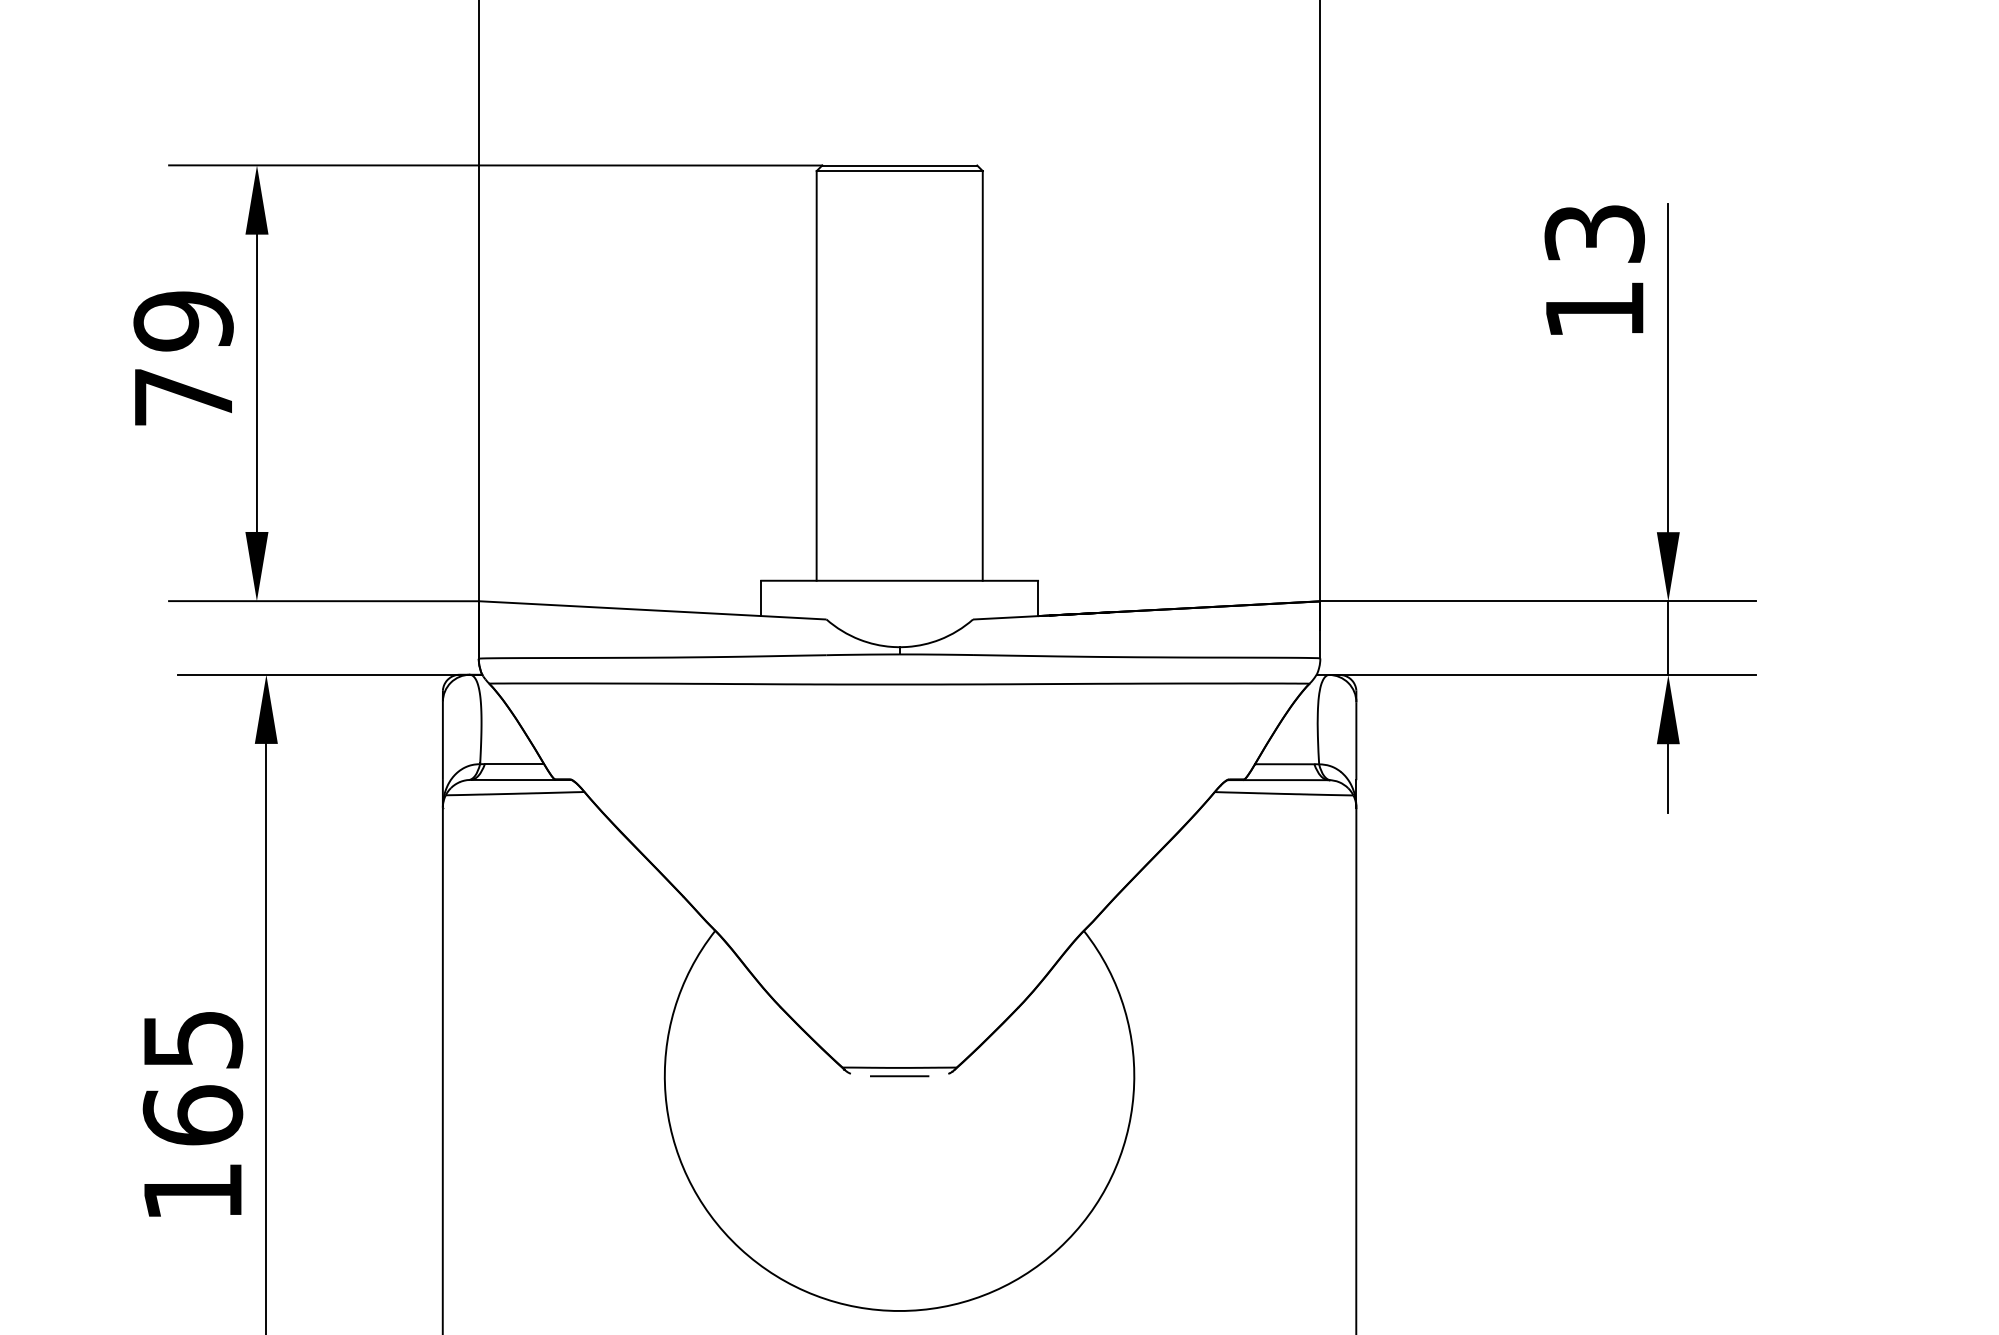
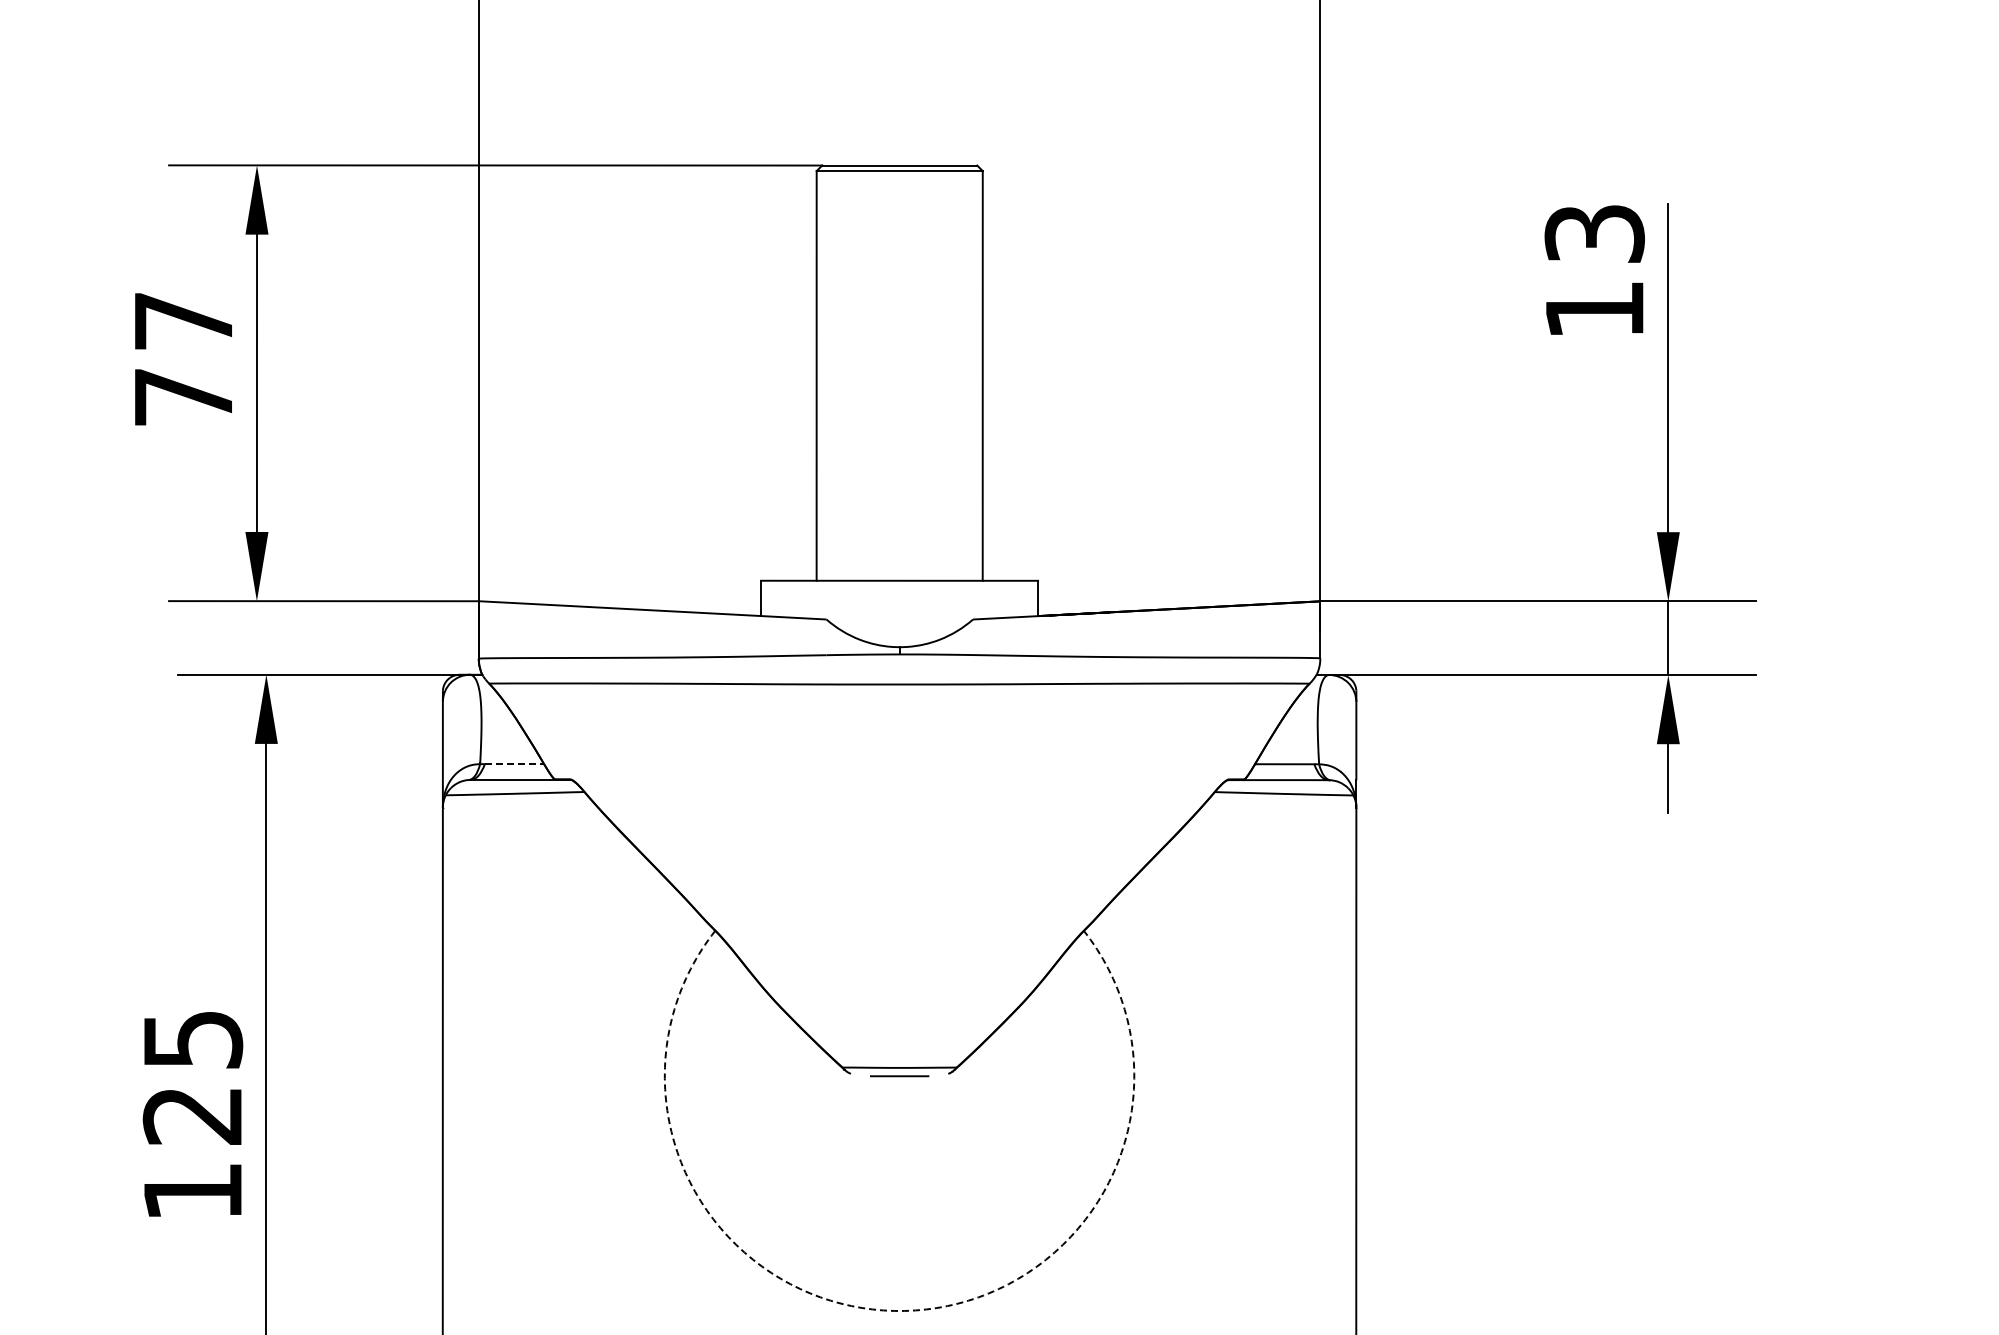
text at (183, 321): 79 -> 77
line at (514, 764): solid -> dashed
text at (192, 1115): 165 -> 125
arc at (899, 1311): solid -> dashed
